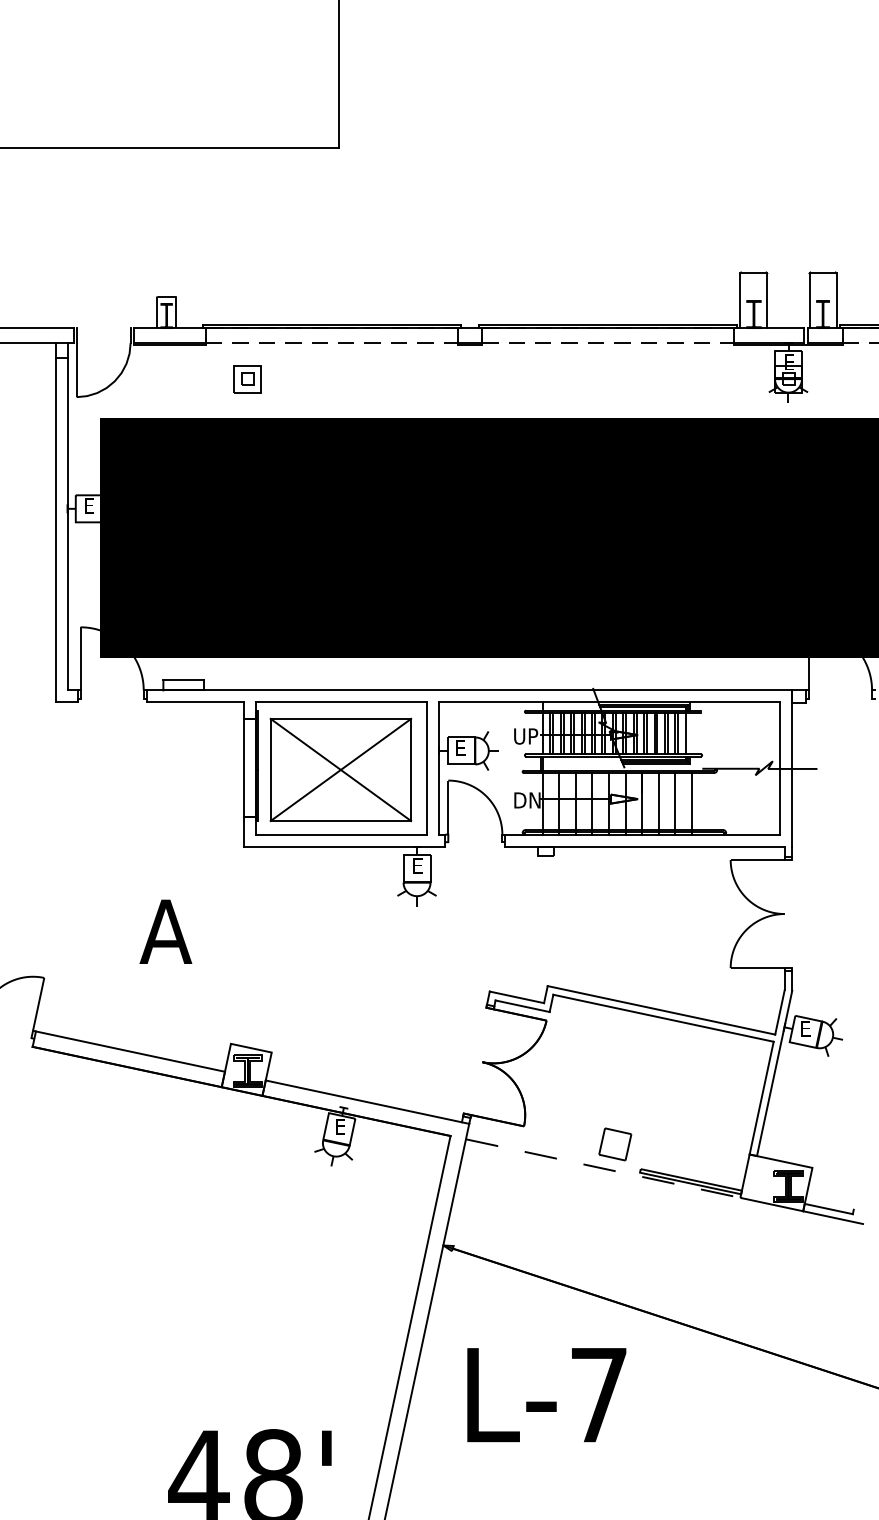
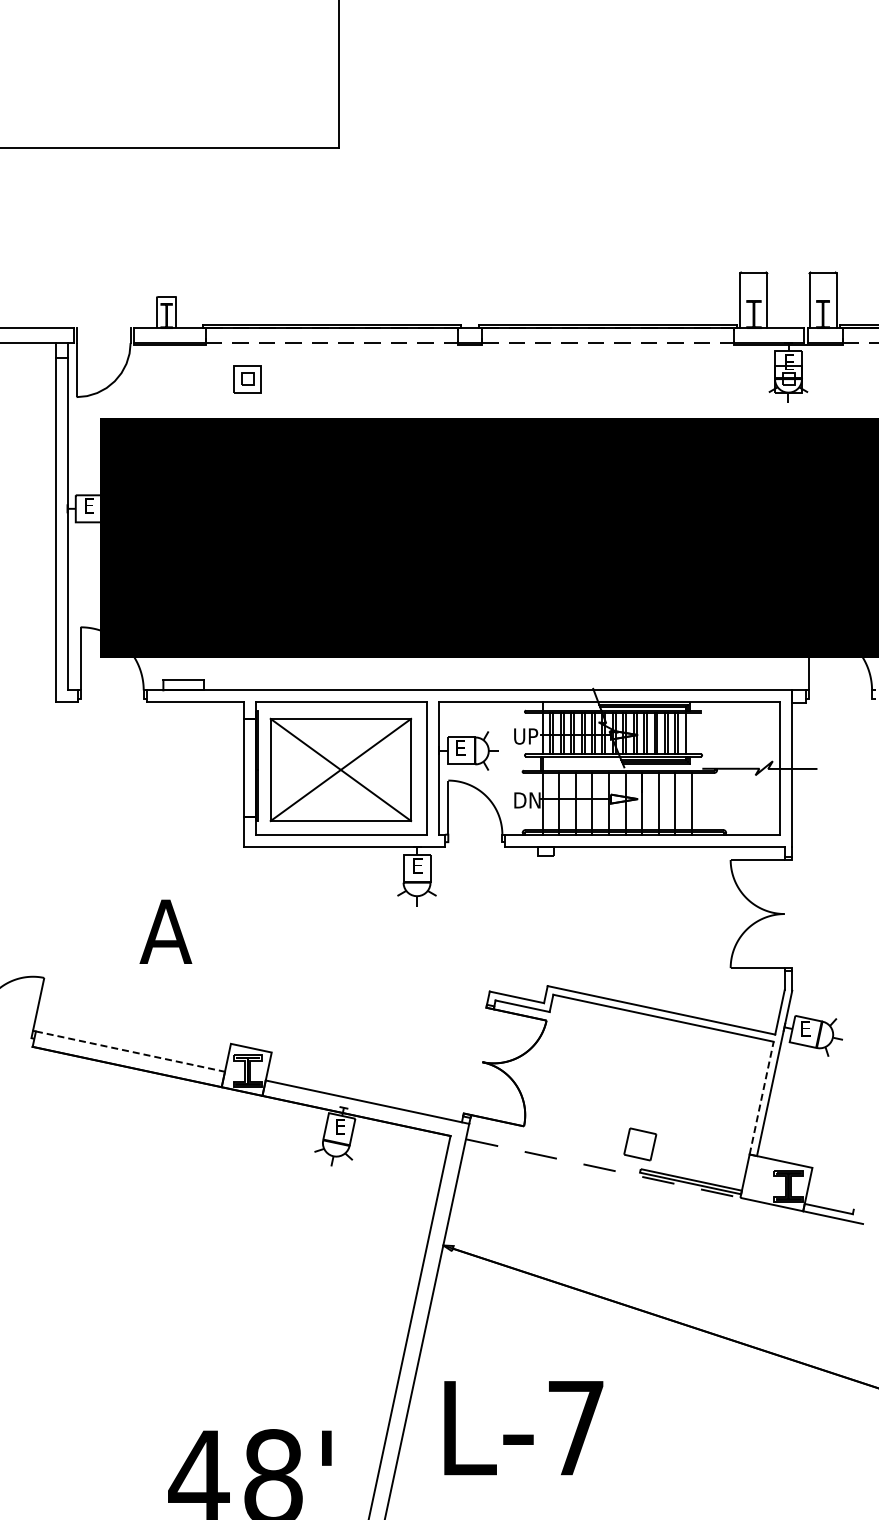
line at (130, 1051): solid -> dashed
line at (761, 1098): solid -> dashed
part at (615, 1144) position: (615, 1144) -> (640, 1144)
text at (546, 1395) position: (546, 1395) -> (523, 1428)
